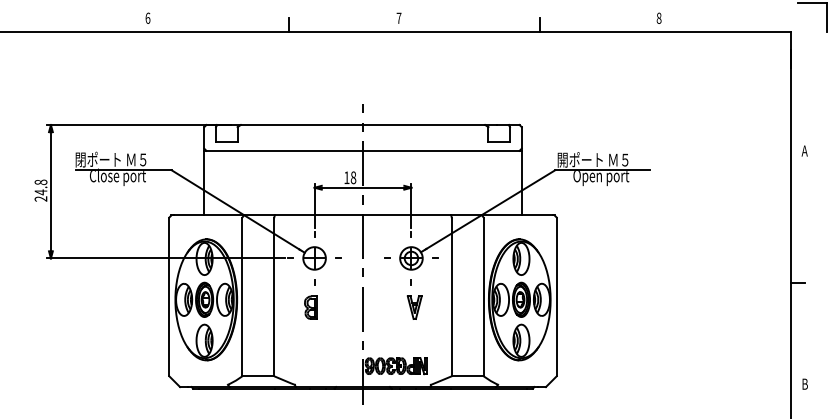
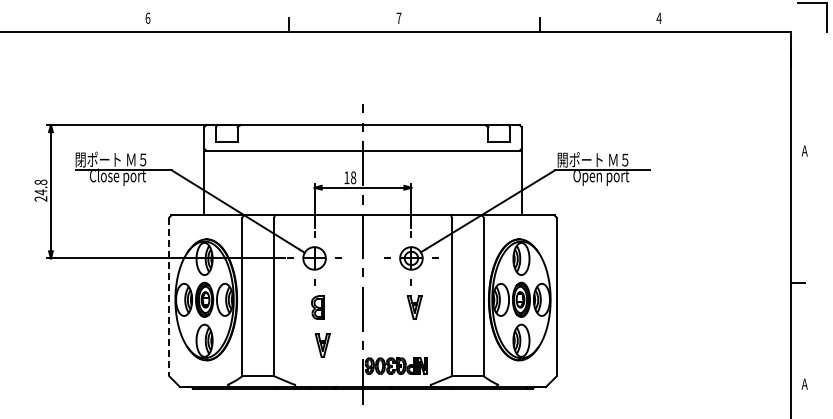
text at (658, 17): 8 -> 4
line at (169, 297): solid -> dashed
part at (310, 307) position: (310, 307) -> (317, 307)
part at (322, 345): none -> present
text at (804, 383): B -> A
